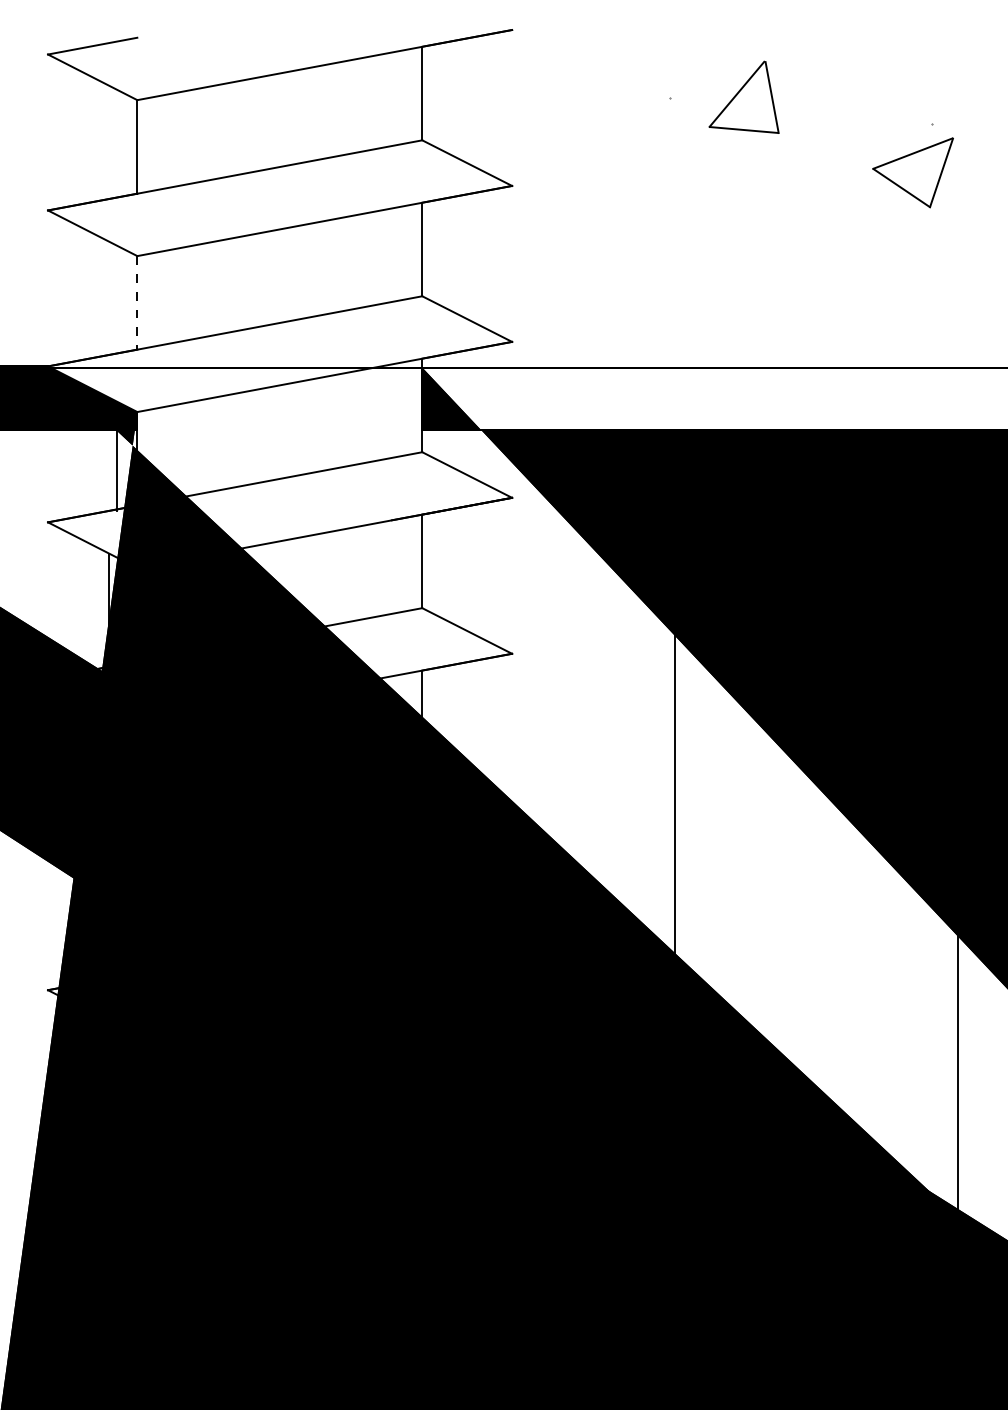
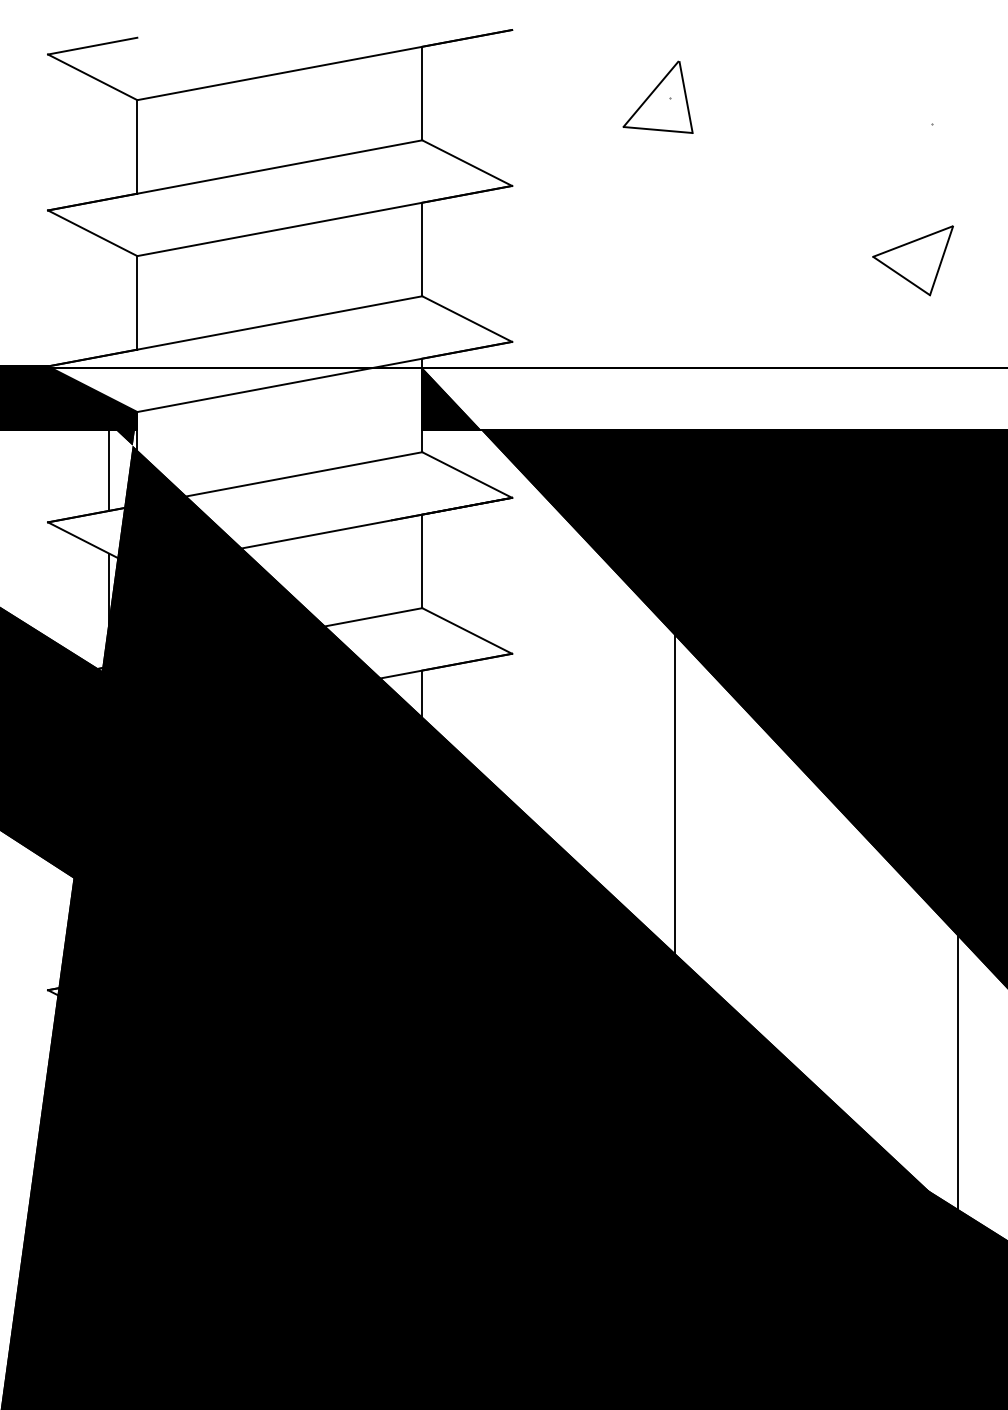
part at (743, 96) position: (743, 96) -> (657, 96)
part at (912, 172) position: (912, 172) -> (912, 260)
line at (137, 302): dashed -> solid
line at (117, 469) position: (117, 469) -> (109, 469)
